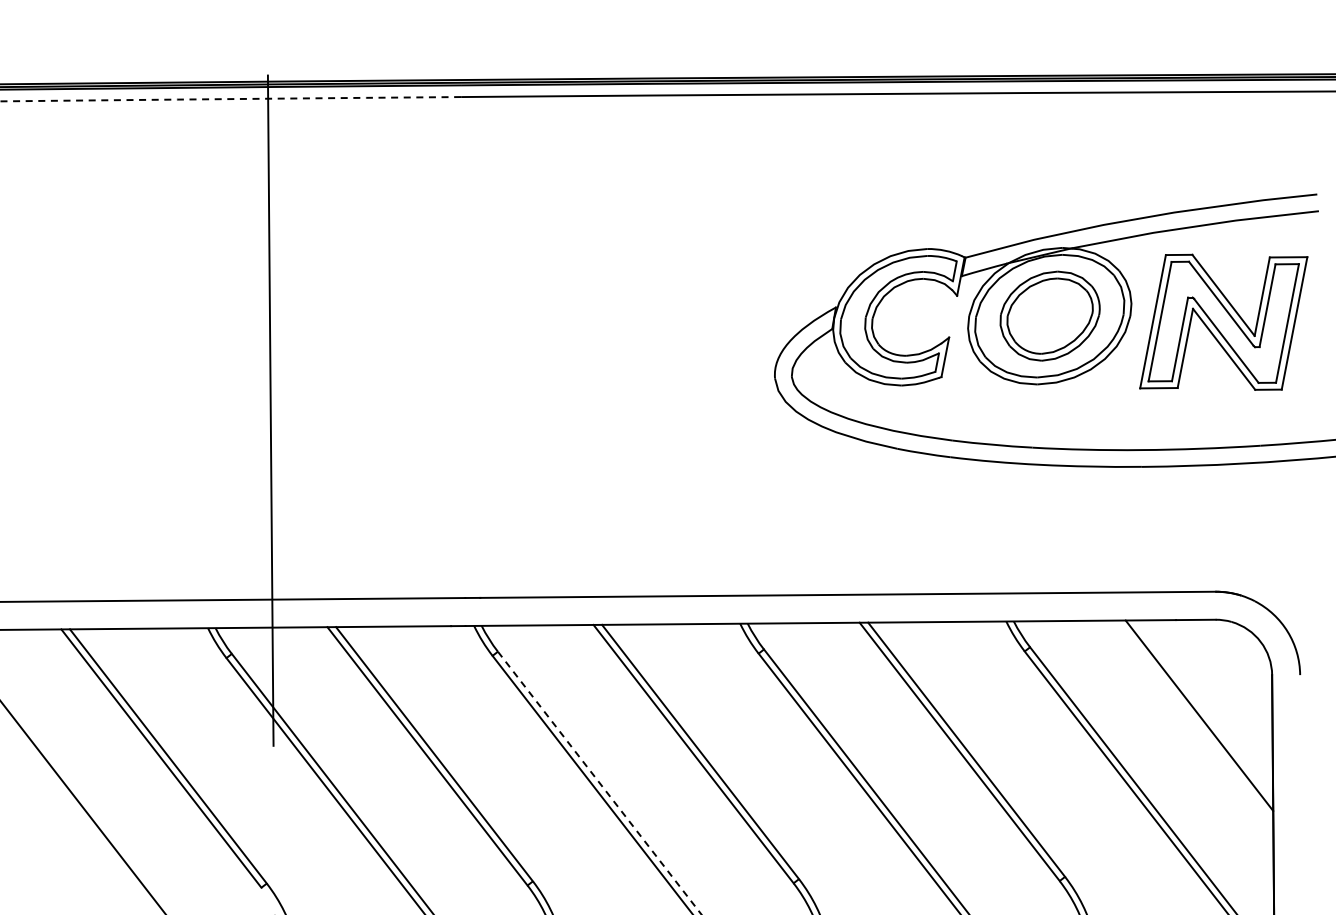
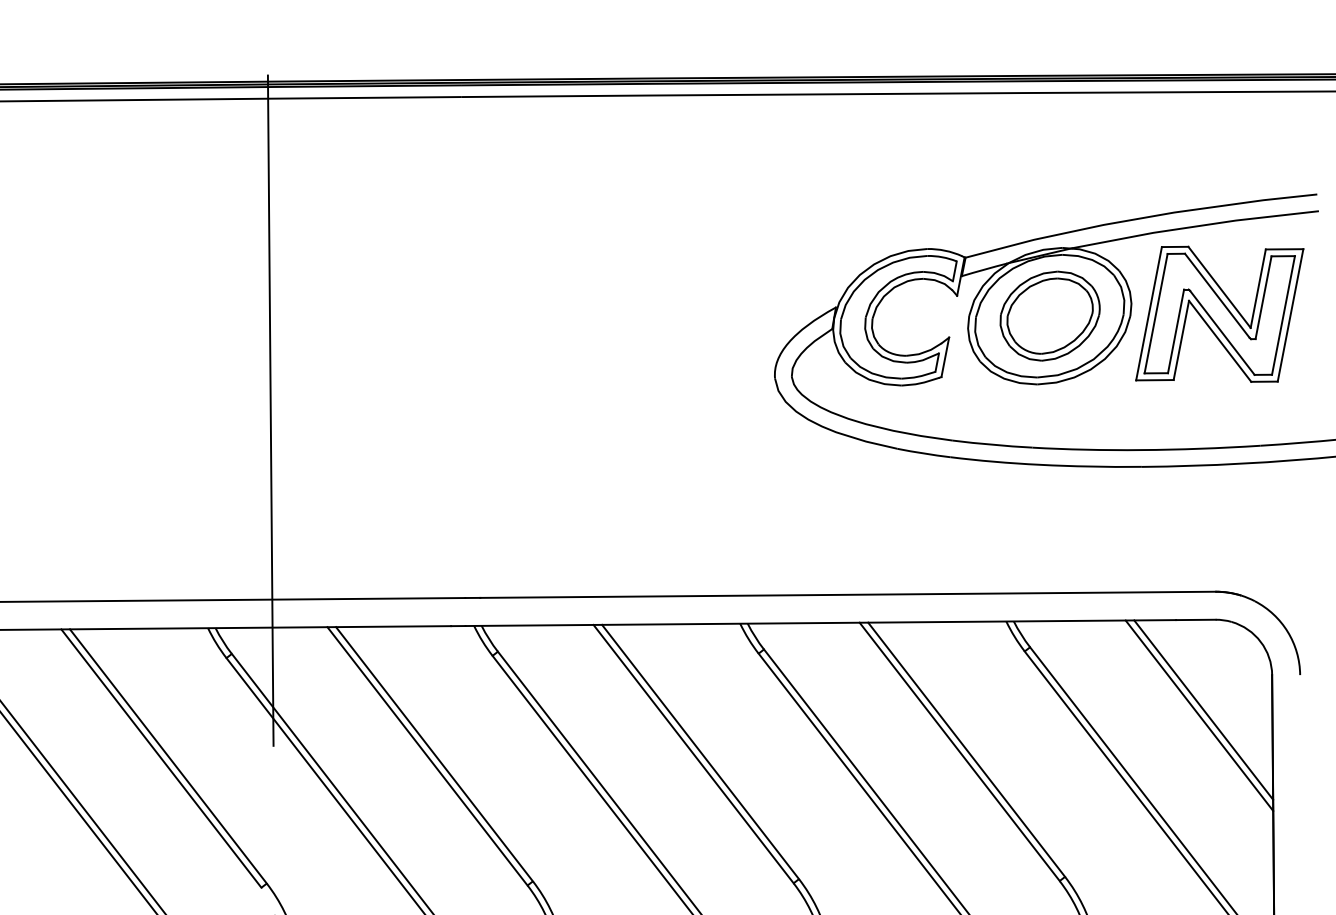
arc at (229, 99): dashed -> solid
part at (1223, 321) position: (1223, 321) -> (1219, 313)
line at (1203, 709): none -> present
line at (599, 783): dashed -> solid
line at (78, 812): none -> present
